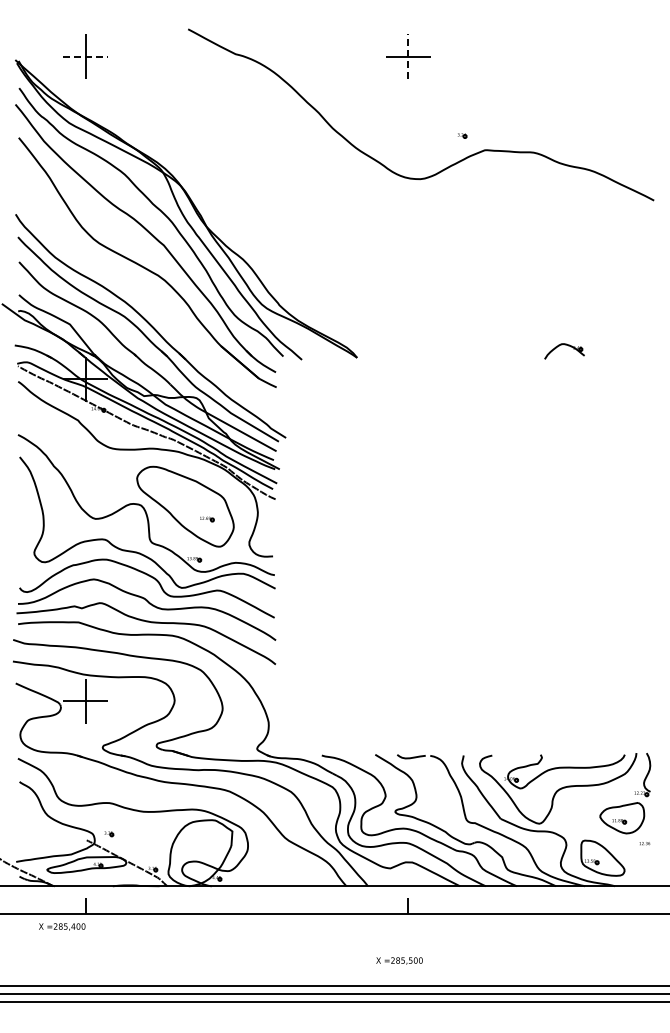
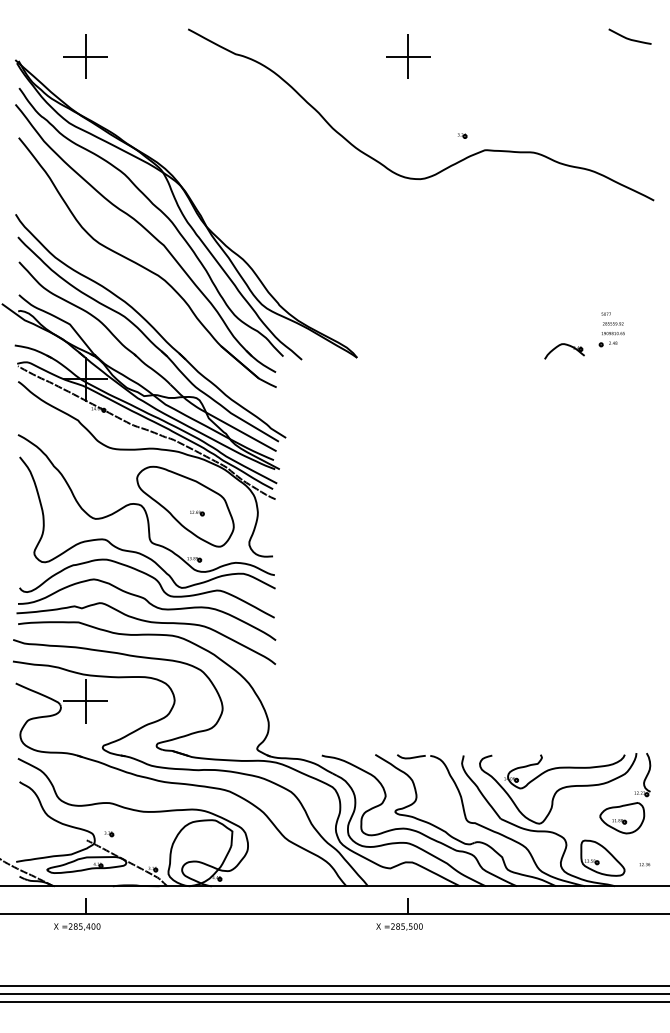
curve at (629, 38): none -> present
line at (85, 56): dashed -> solid
line at (408, 56): dashed -> solid
part at (611, 329): none -> present
part at (207, 519) position: (207, 519) -> (197, 513)
text at (644, 843) position: (644, 843) -> (644, 864)
text at (62, 926) position: (62, 926) -> (77, 926)
text at (399, 960) position: (399, 960) -> (399, 926)
